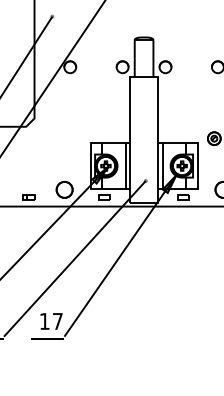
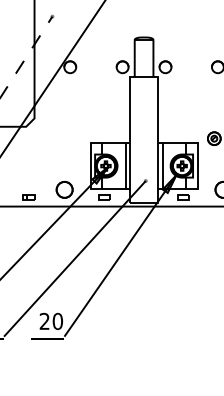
line at (26, 57): solid -> dashed
text at (51, 321): 17 -> 20
